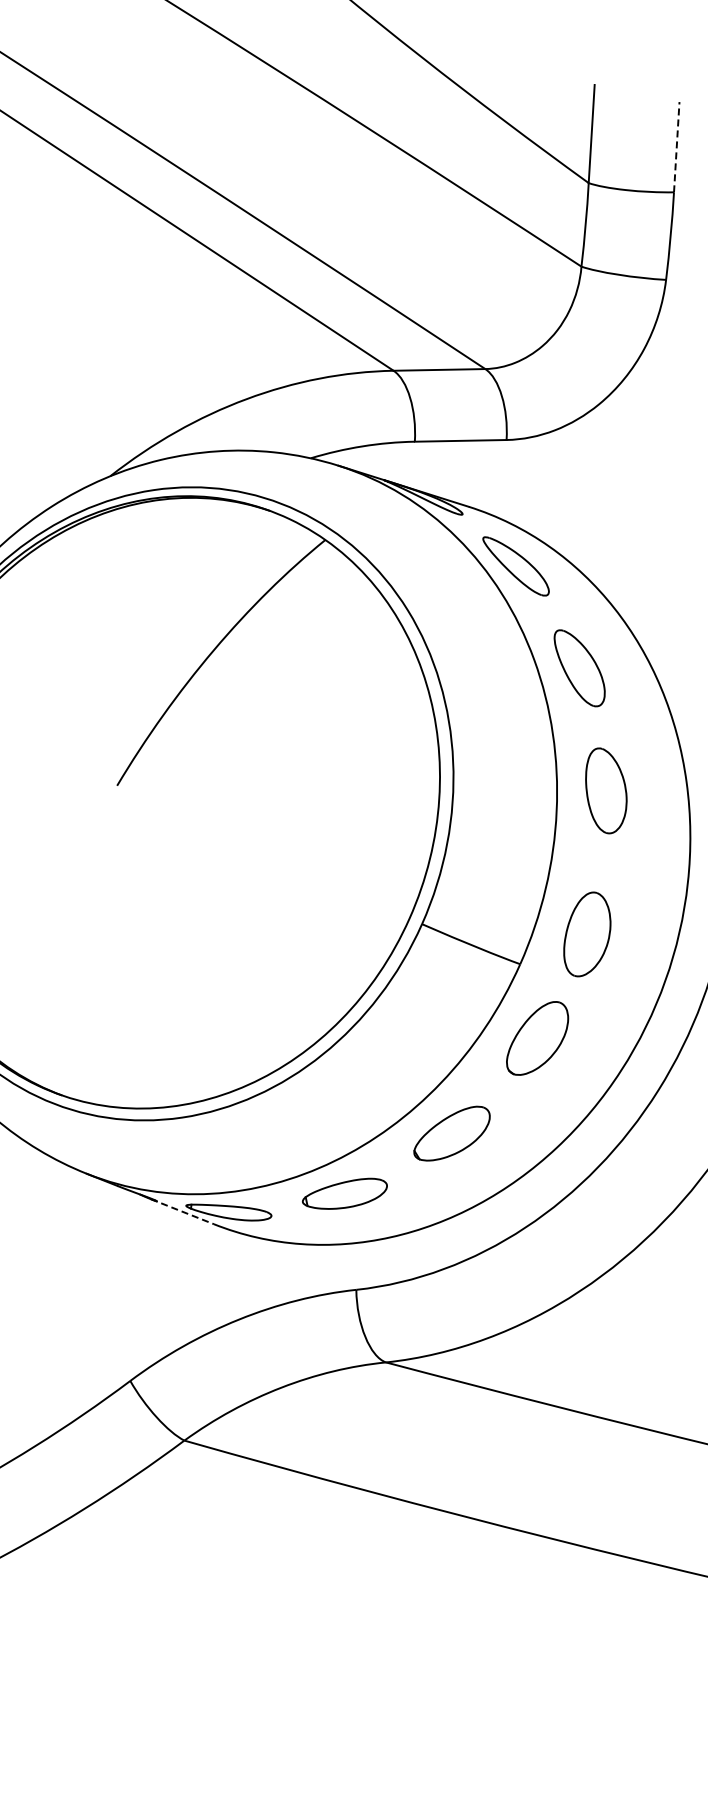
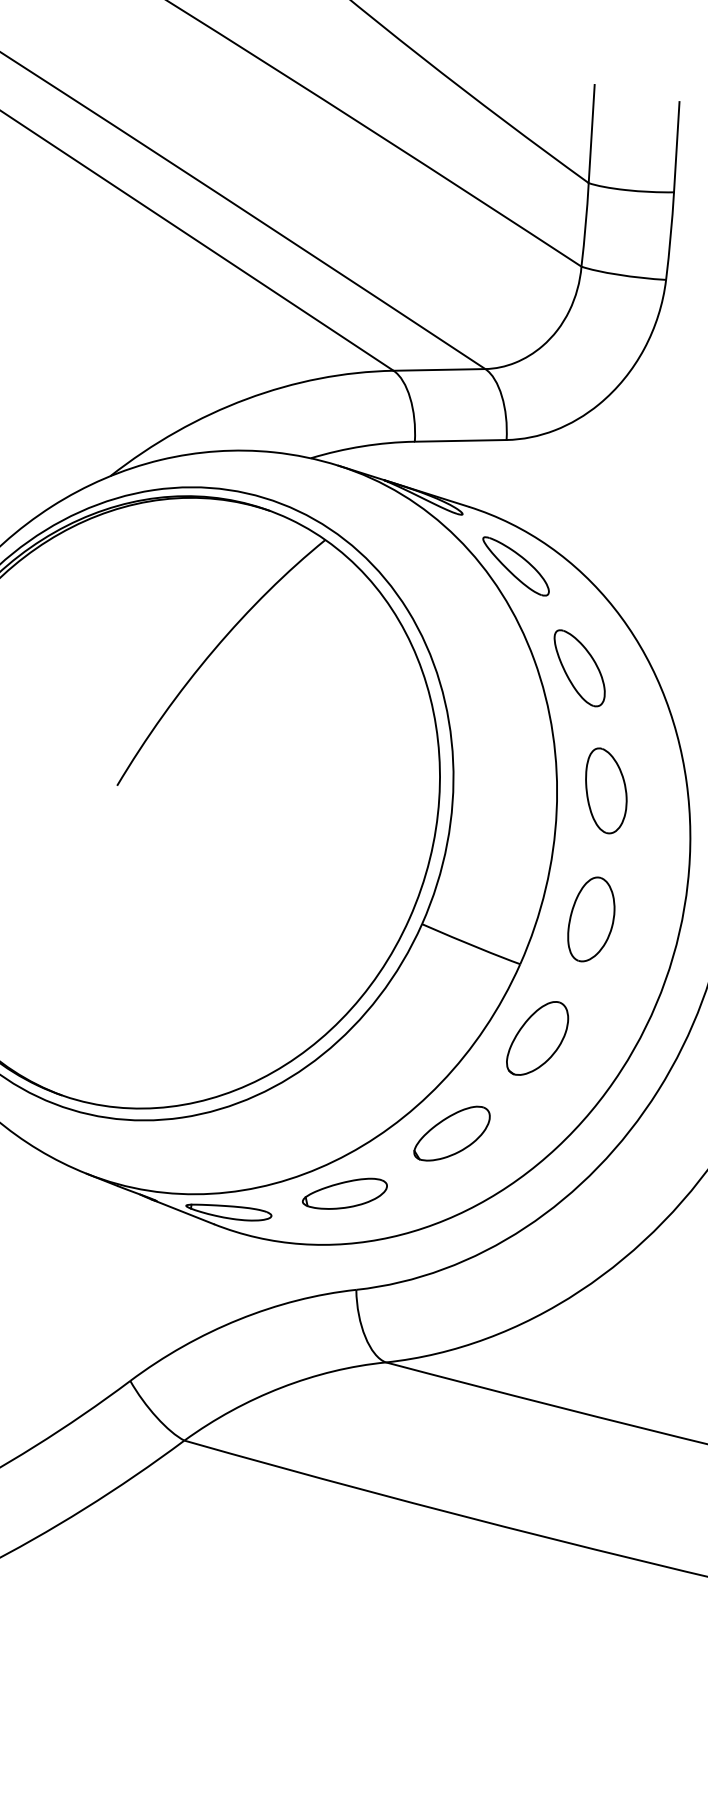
line at (676, 146): dashed -> solid
part at (587, 934) position: (587, 934) -> (591, 919)
line at (182, 1211): dashed -> solid
